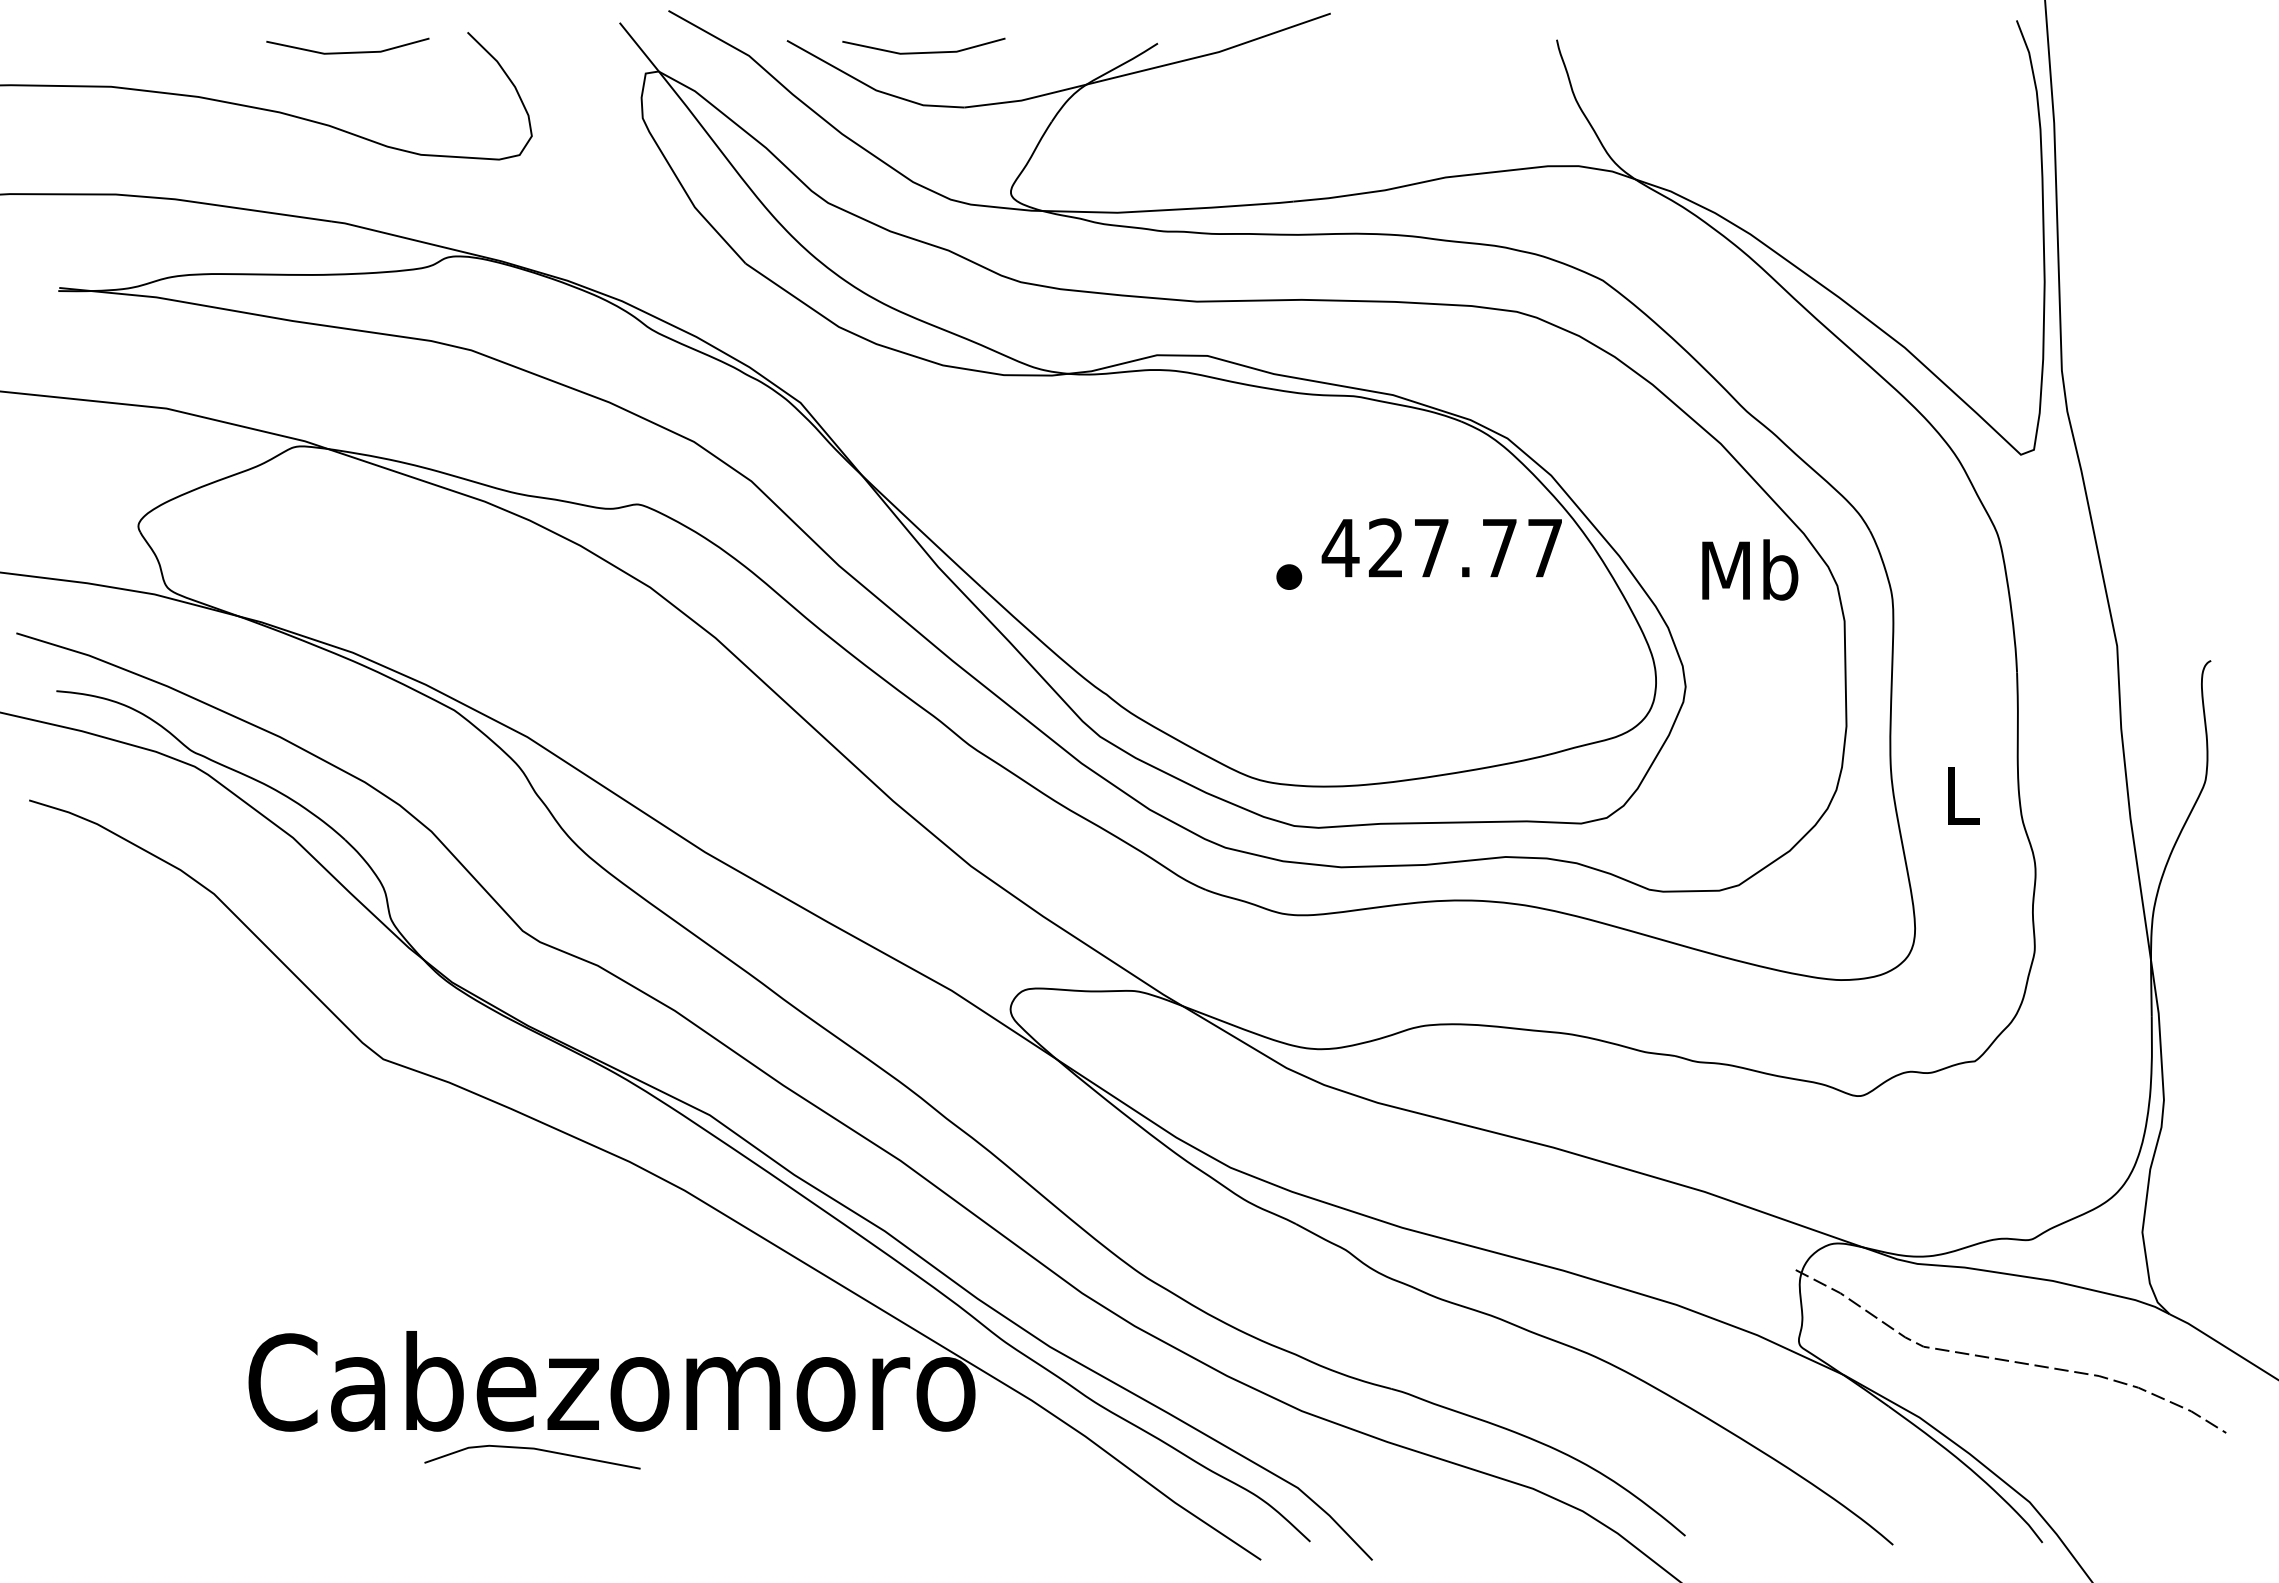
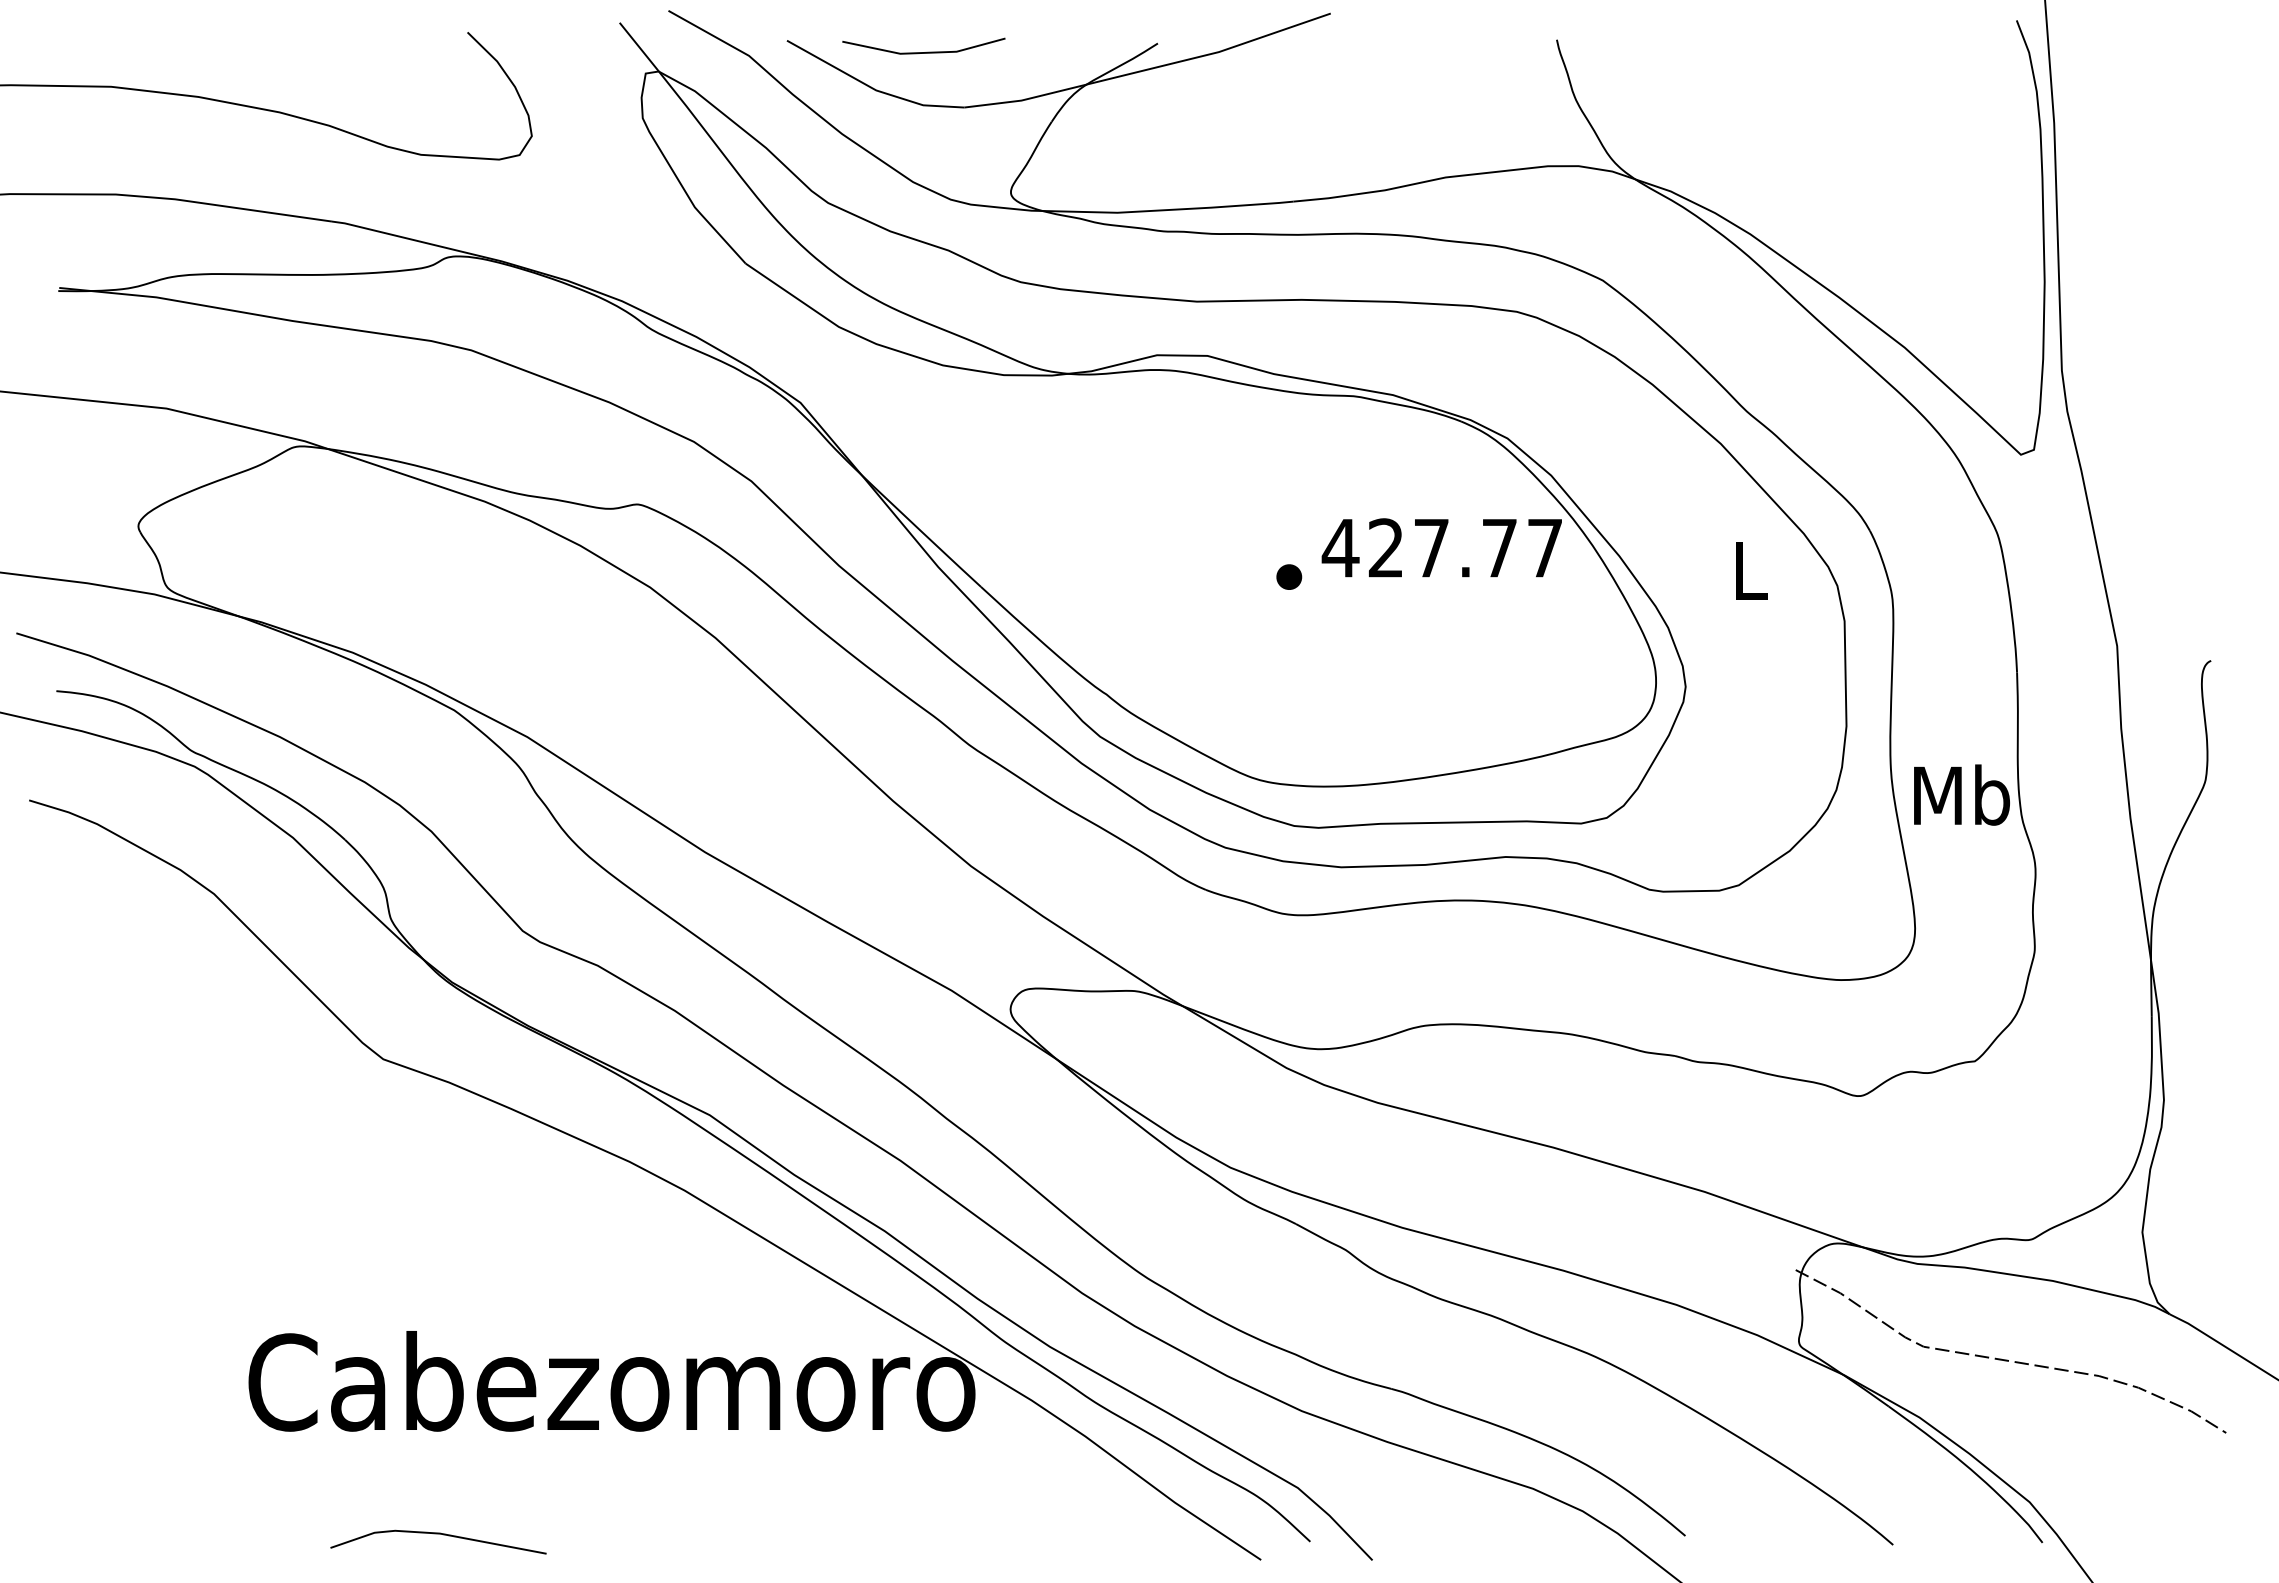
line at (347, 52): present -> none
text at (1750, 569): Mb -> L
text at (1962, 794): L -> Mb
line at (532, 1449) position: (532, 1449) -> (438, 1534)
